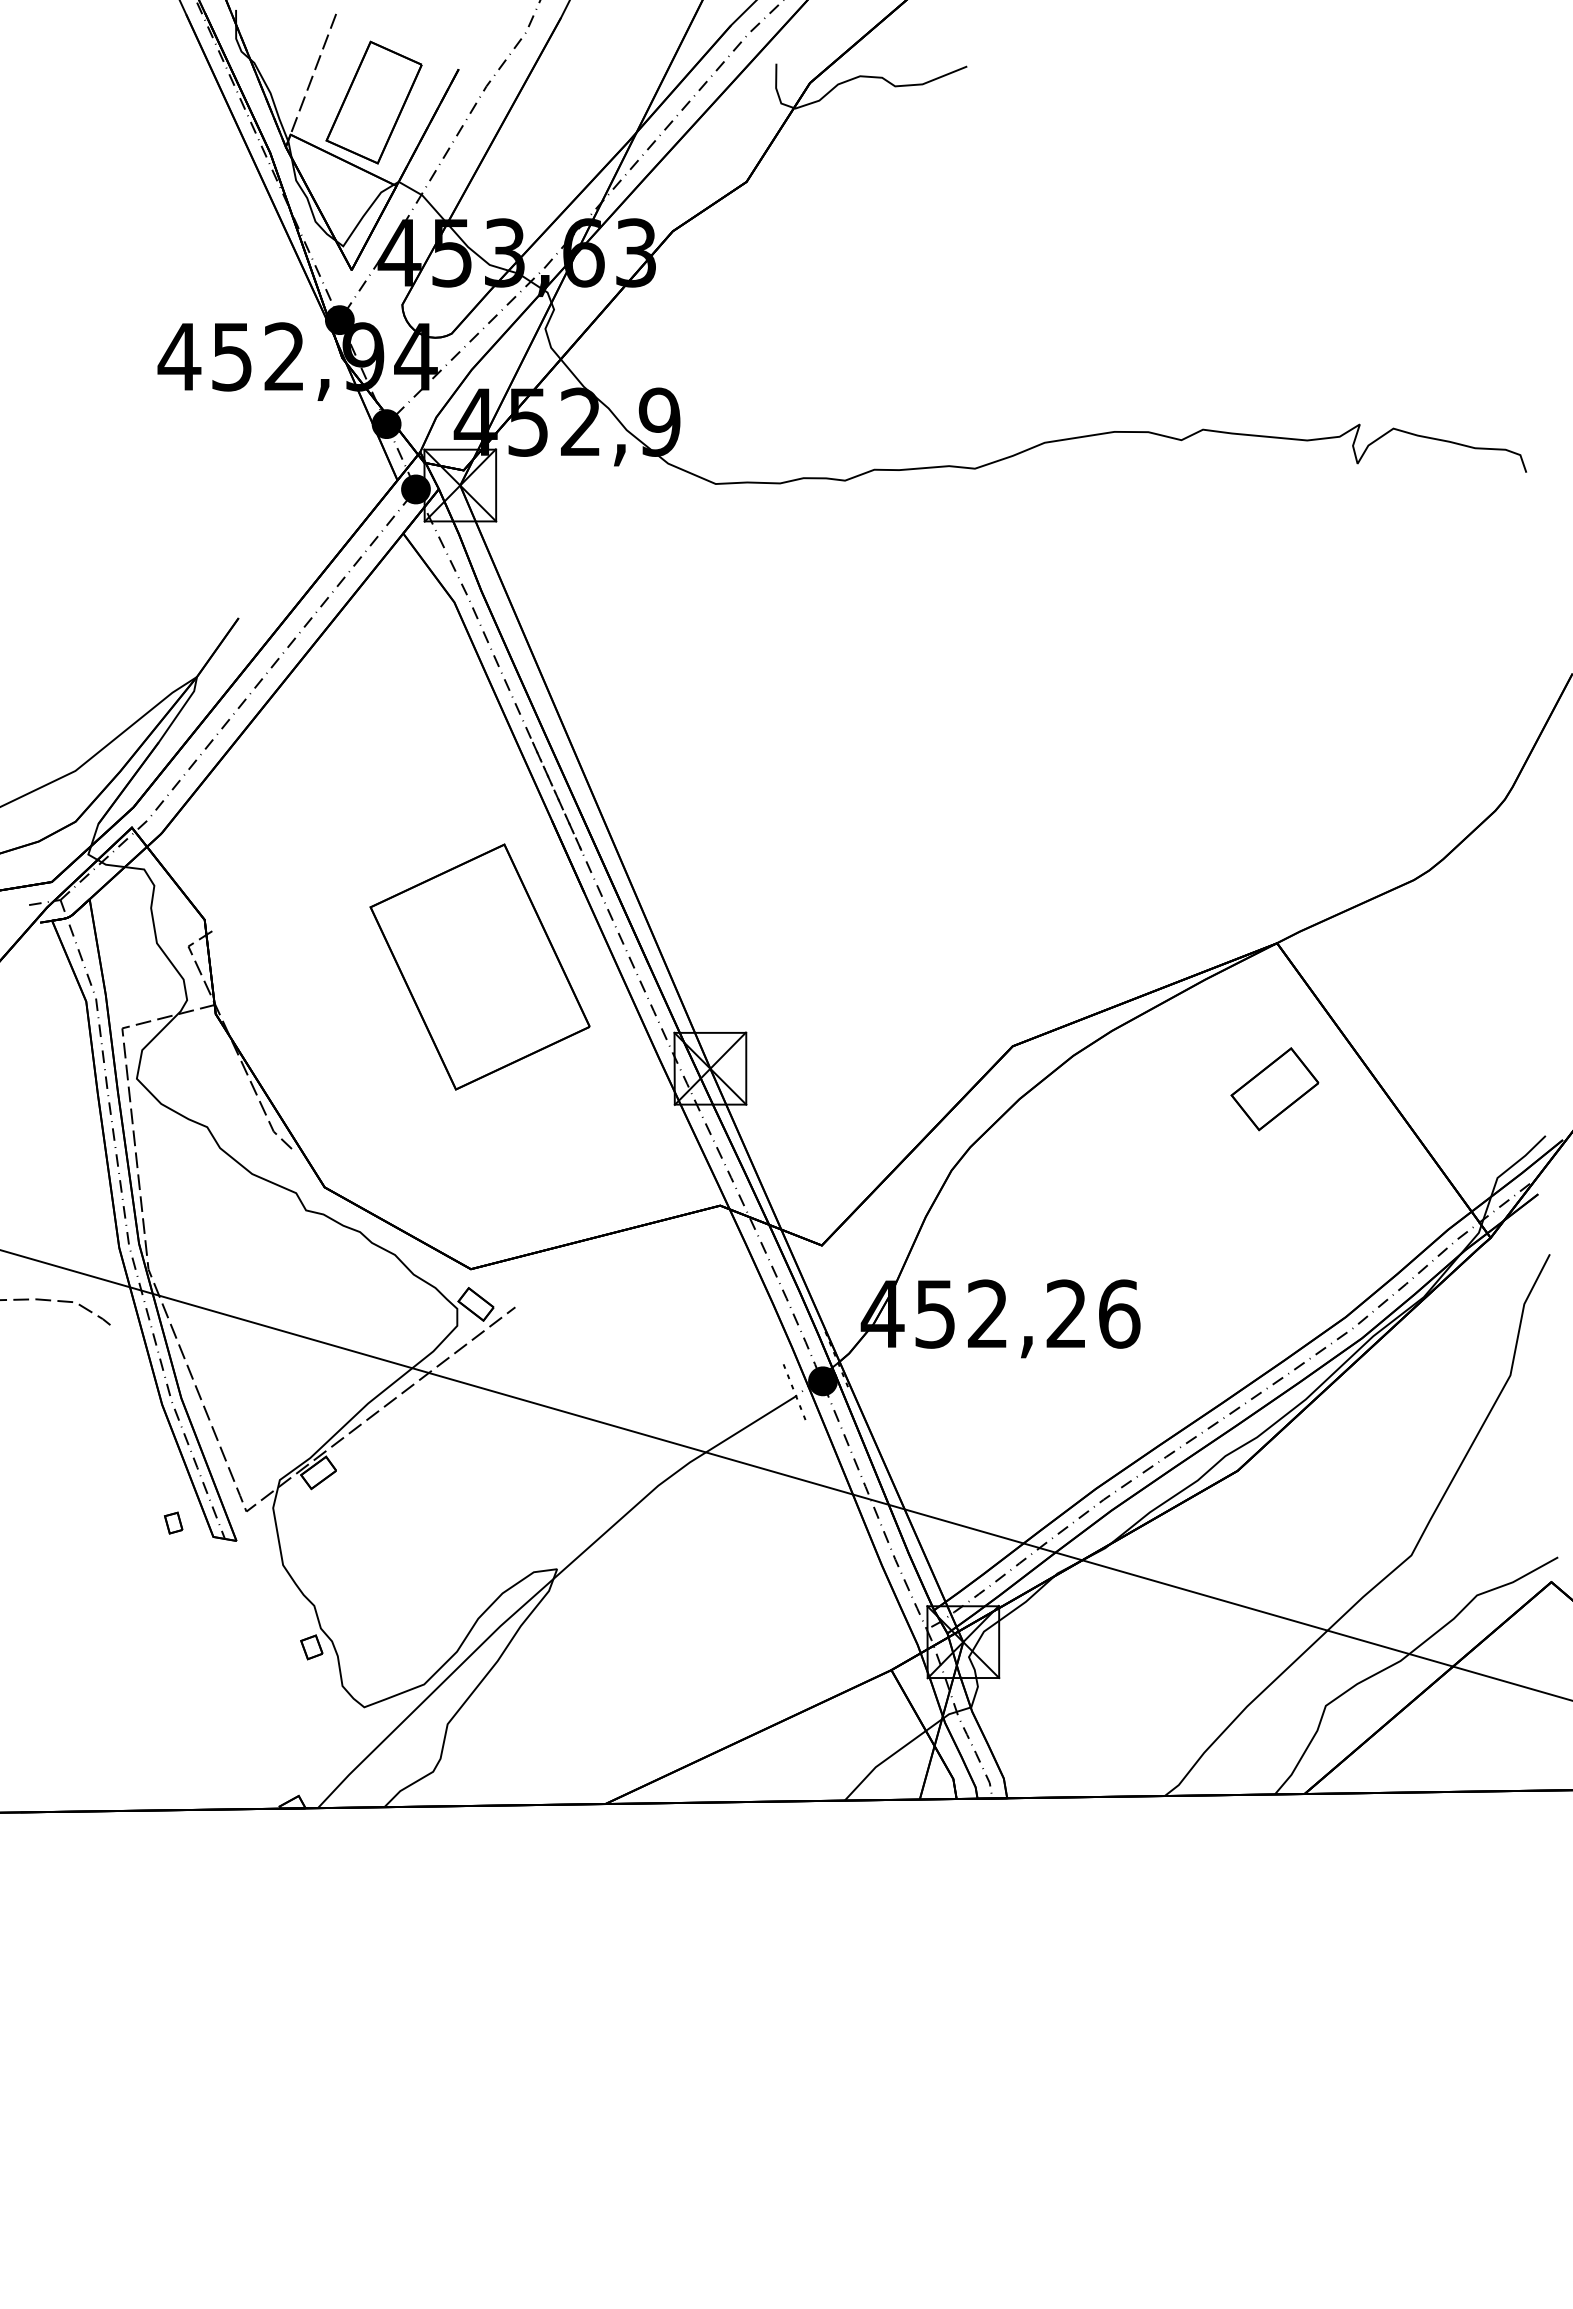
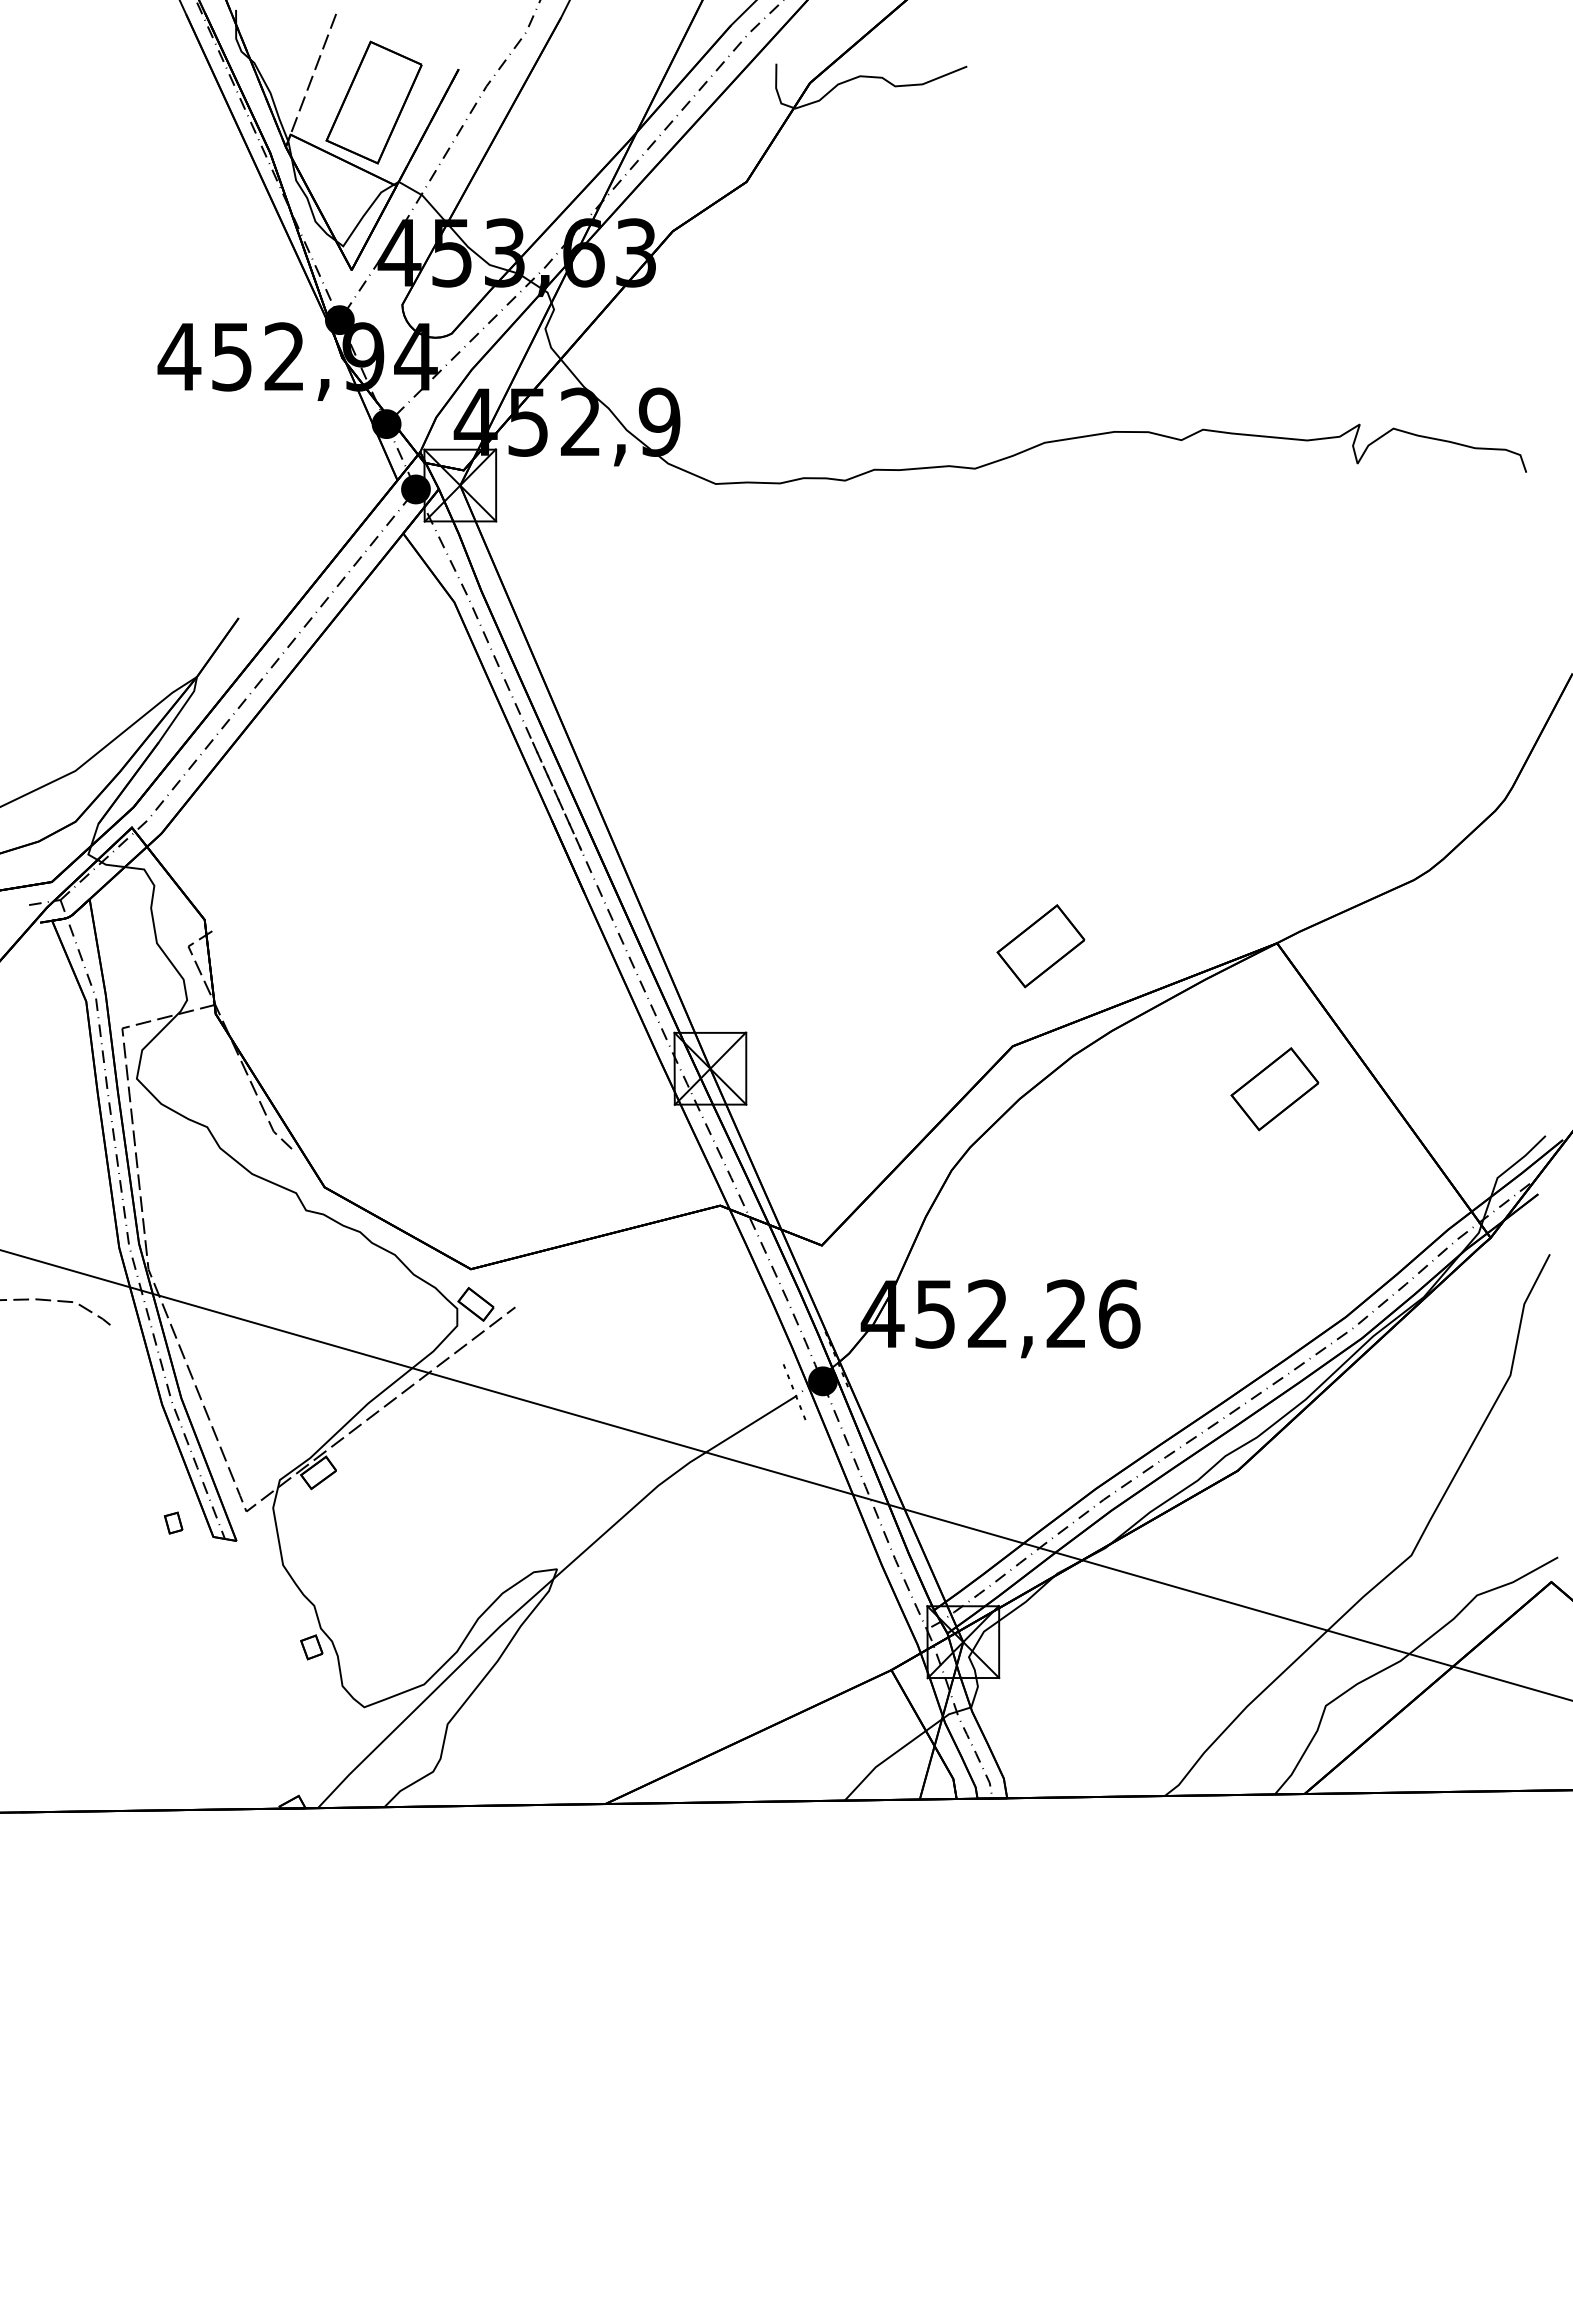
part at (1040, 946): none -> present
part at (479, 966): present -> none
